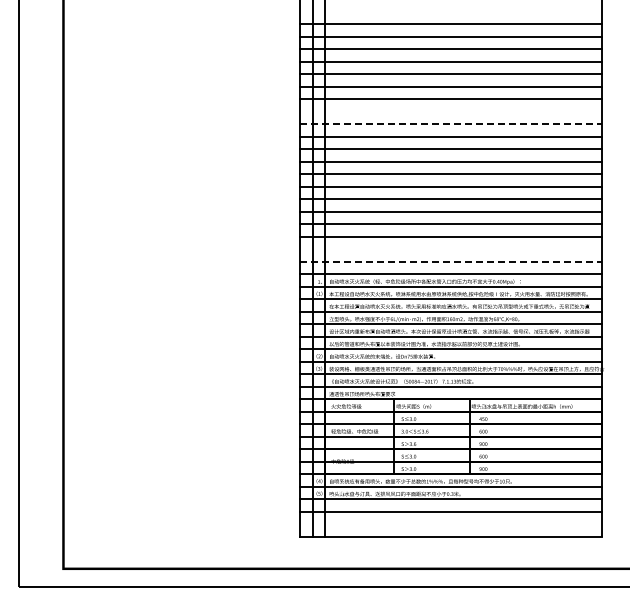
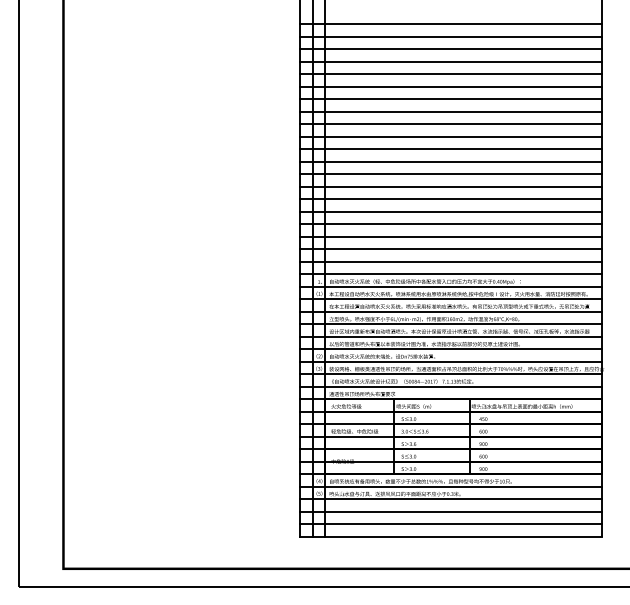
line at (451, 111): none -> present
line at (451, 124): dashed -> solid
line at (451, 249): none -> present
line at (451, 261): dashed -> solid
line at (451, 524): none -> present
